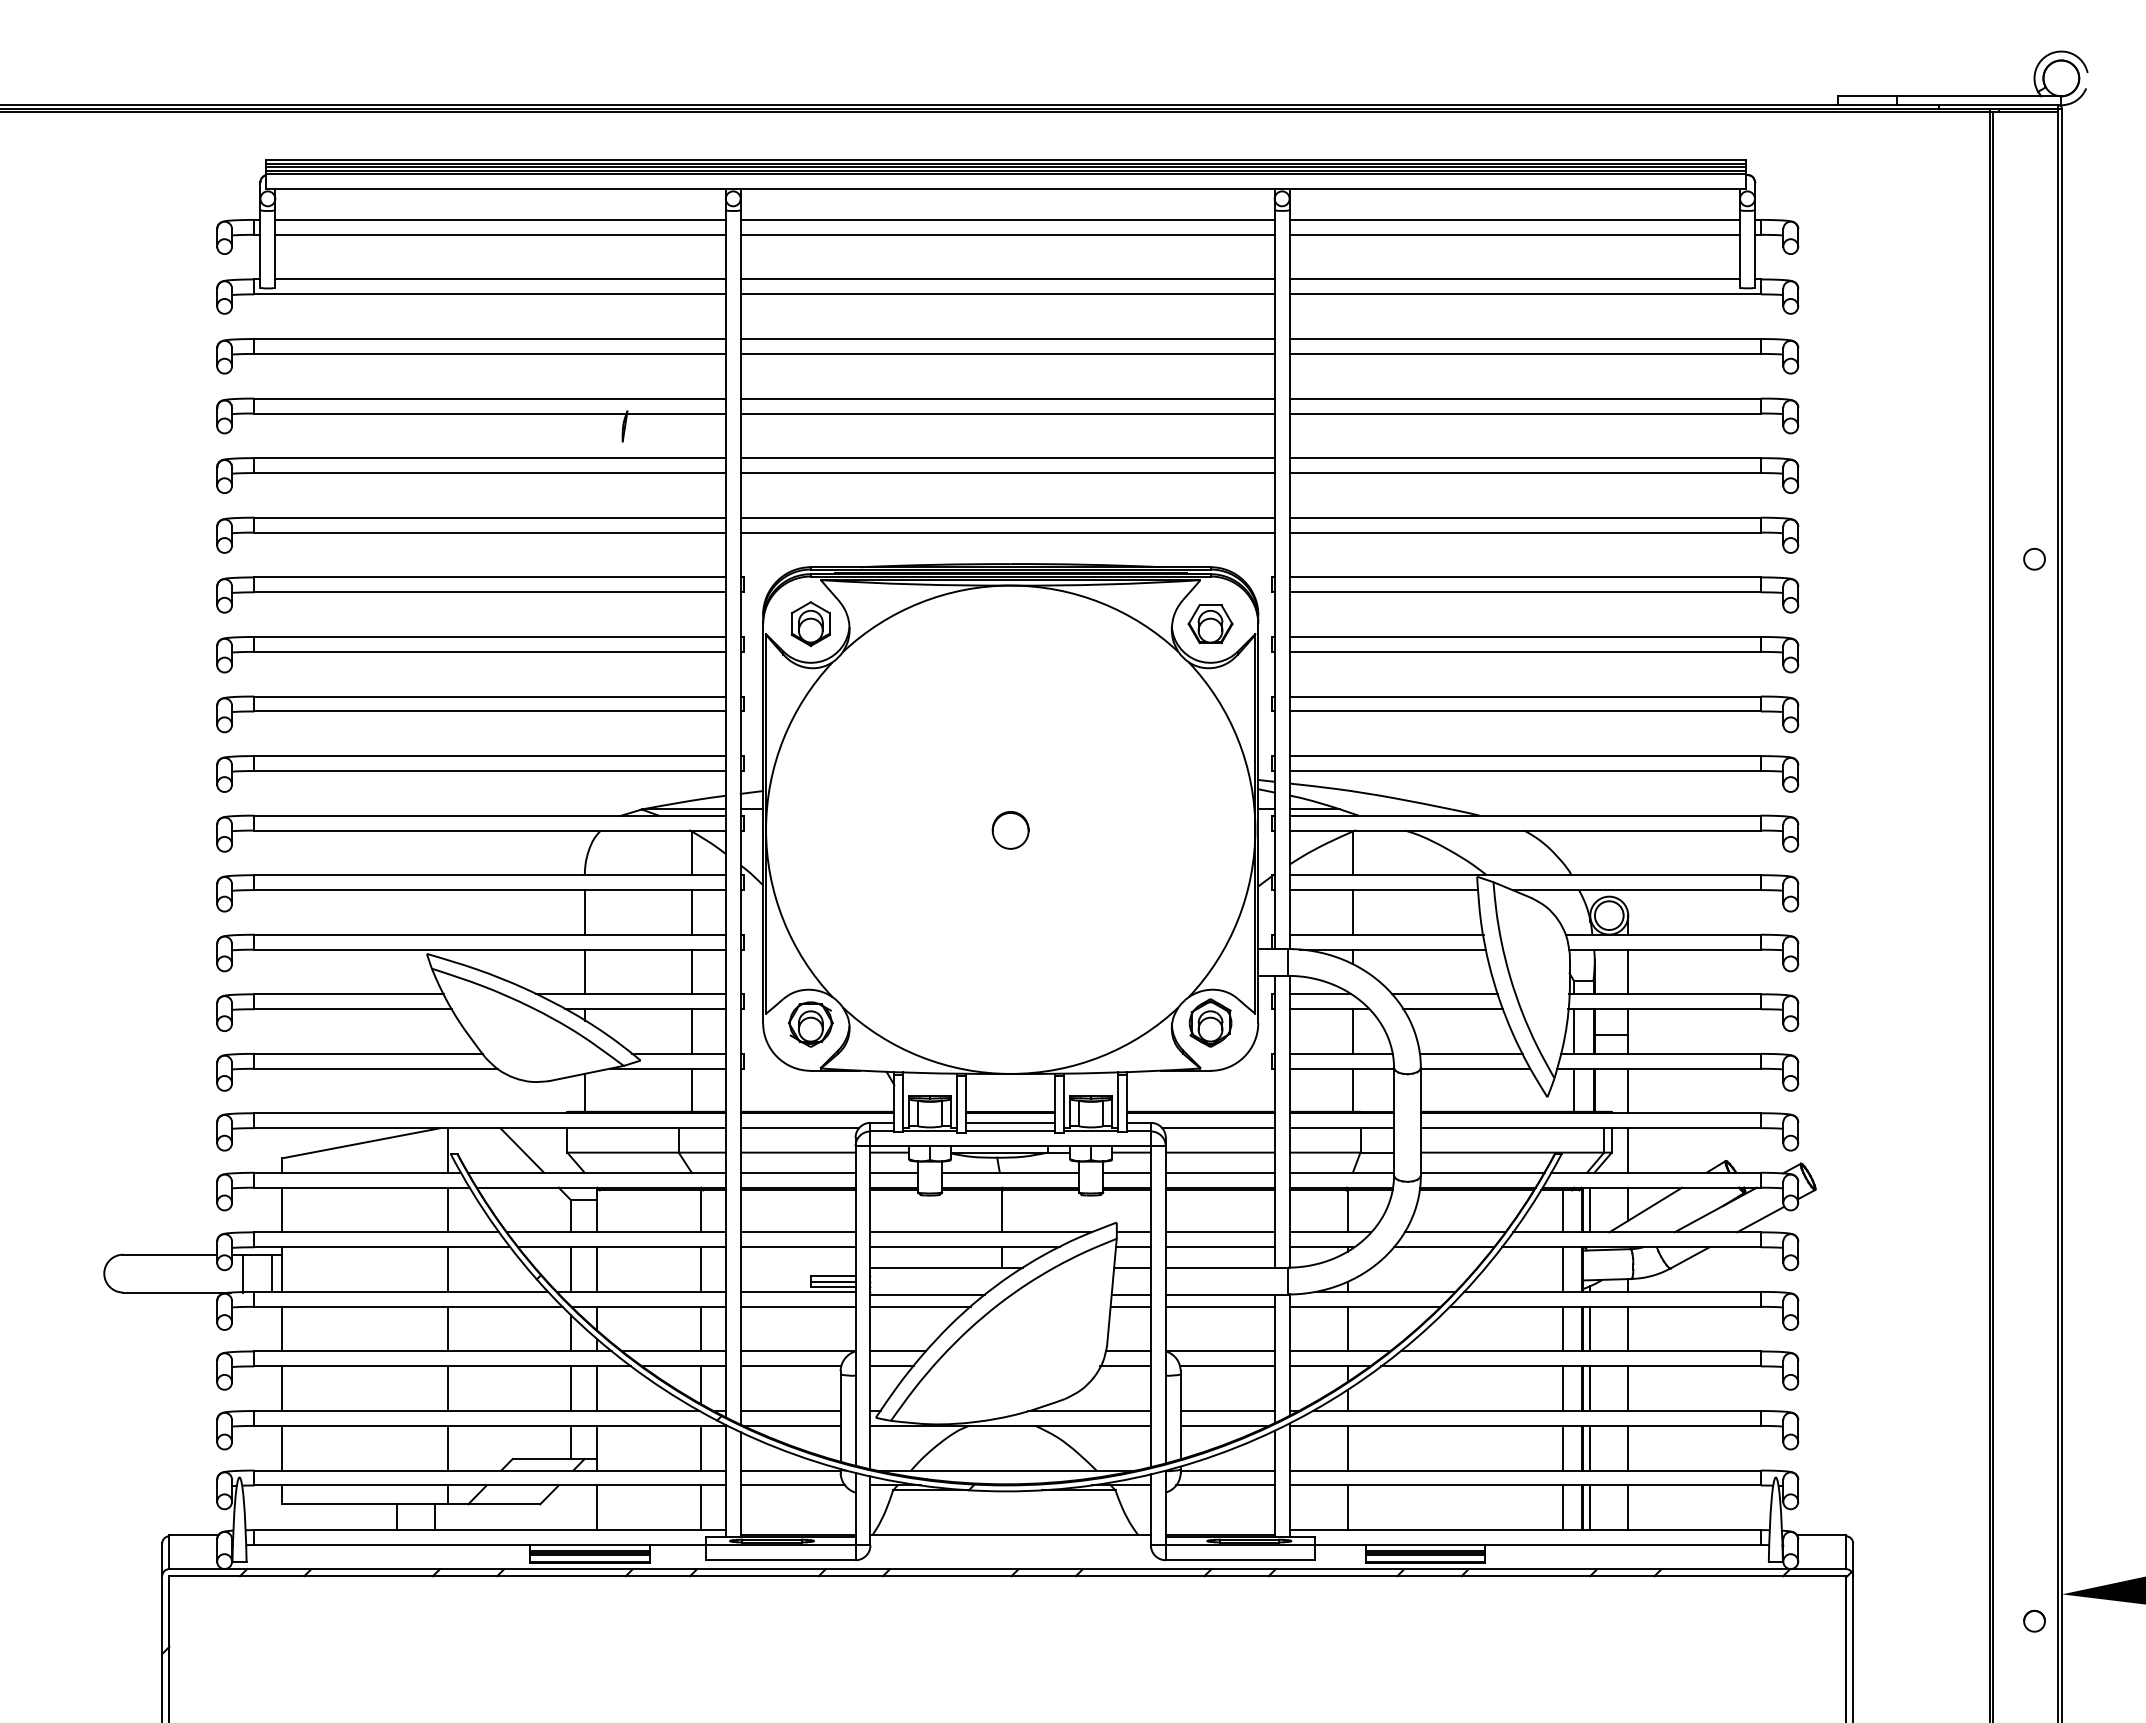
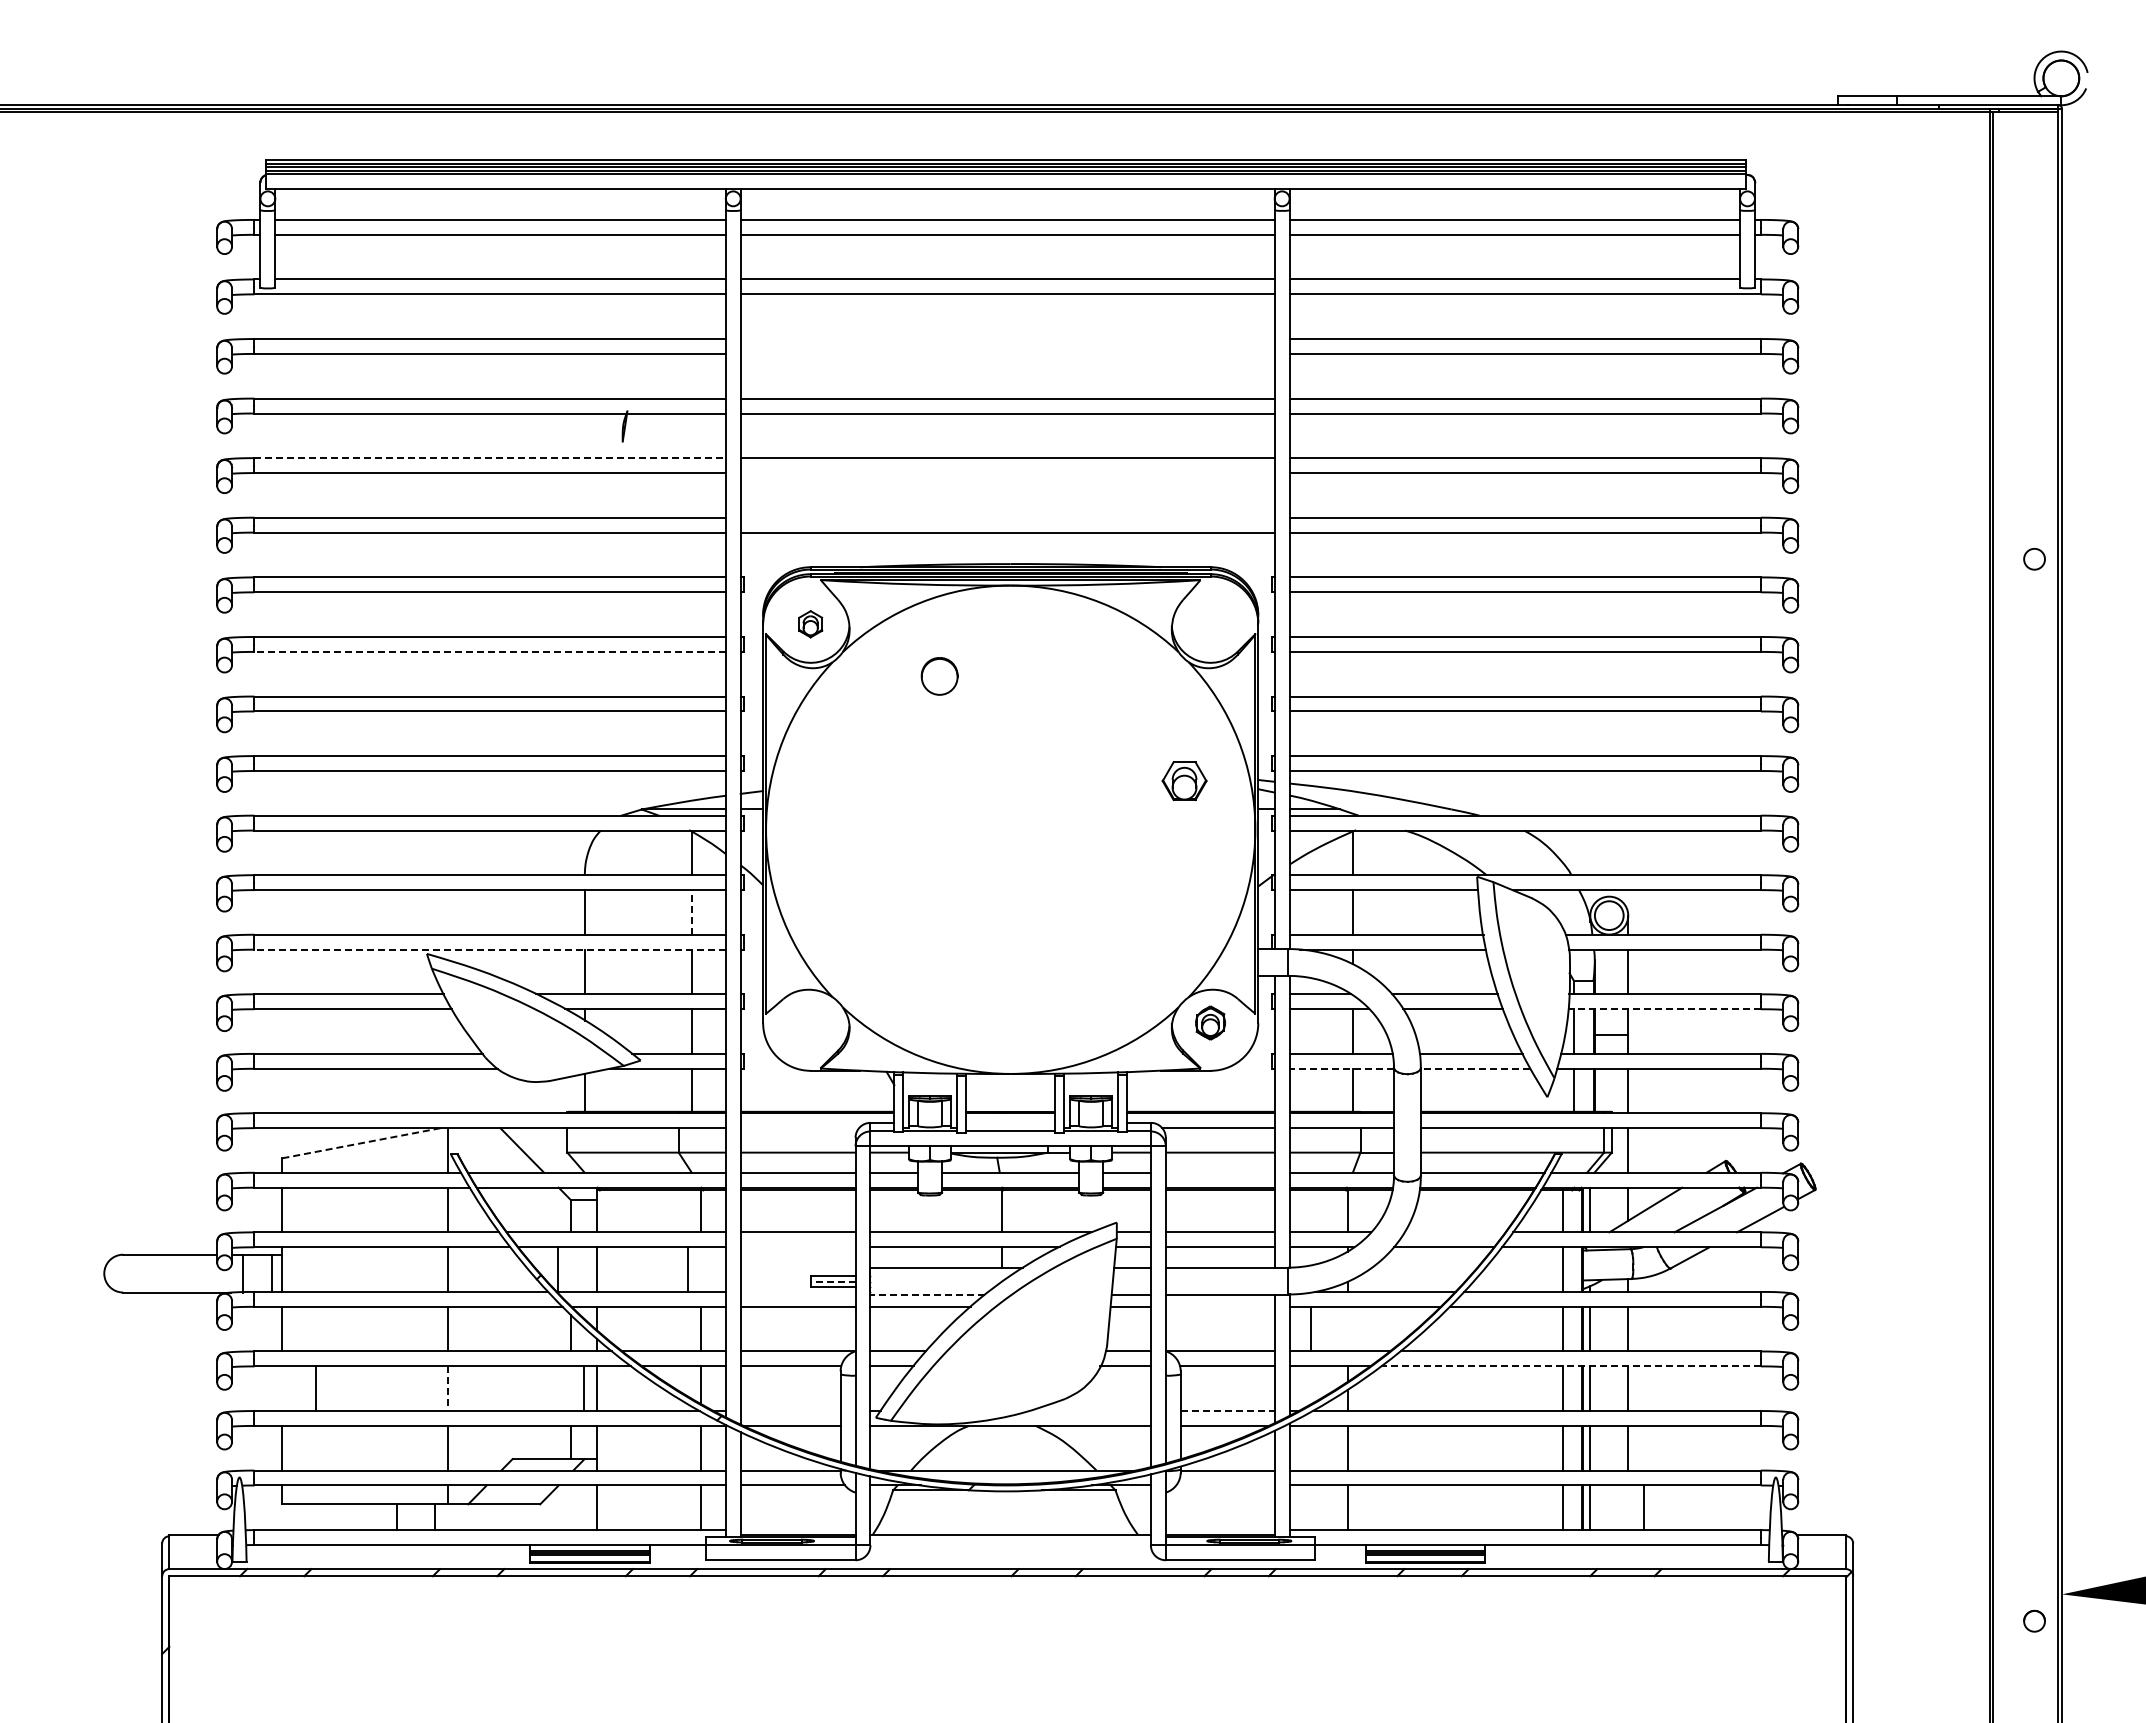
line at (1007, 339): present -> none
line at (1007, 353): present -> none
line at (490, 458): solid -> dashed
line at (1007, 473): present -> none
line at (1007, 517): present -> none
part at (810, 624) size: 41x47 px -> 26x29 px
part at (1210, 624) position: (1210, 624) -> (1184, 781)
line at (490, 651): solid -> dashed
part at (1010, 830) position: (1010, 830) -> (939, 676)
line at (691, 911): solid -> dashed
line at (490, 949): solid -> dashed
line at (1664, 1009): solid -> dashed
part at (1210, 1022) size: 45x50 px -> 31x36 px
part at (810, 1024): present -> none
line at (1341, 1068): solid -> dashed
line at (1475, 1068): solid -> dashed
line at (1010, 1122): present -> none
line at (799, 1128): present -> none
line at (361, 1143): solid -> dashed
line at (1219, 1172): present -> none
line at (1454, 1232): present -> none
line at (797, 1247): present -> none
line at (571, 1269) position: (571, 1269) -> (558, 1269)
line at (700, 1269) position: (700, 1269) -> (687, 1269)
line at (832, 1281): solid -> dashed
line at (797, 1291): present -> none
line at (927, 1294): solid -> dashed
line at (1219, 1306): present -> none
line at (1347, 1328) position: (1347, 1328) -> (1310, 1328)
line at (1571, 1366): solid -> dashed
line at (282, 1388) position: (282, 1388) -> (316, 1388)
line at (571, 1388) position: (571, 1388) -> (584, 1388)
line at (448, 1389): solid -> dashed
line at (790, 1411): present -> none
line at (1089, 1411): present -> none
line at (1227, 1411): solid -> dashed
line at (1225, 1485): present -> none
line at (1628, 1507) position: (1628, 1507) -> (1644, 1507)
